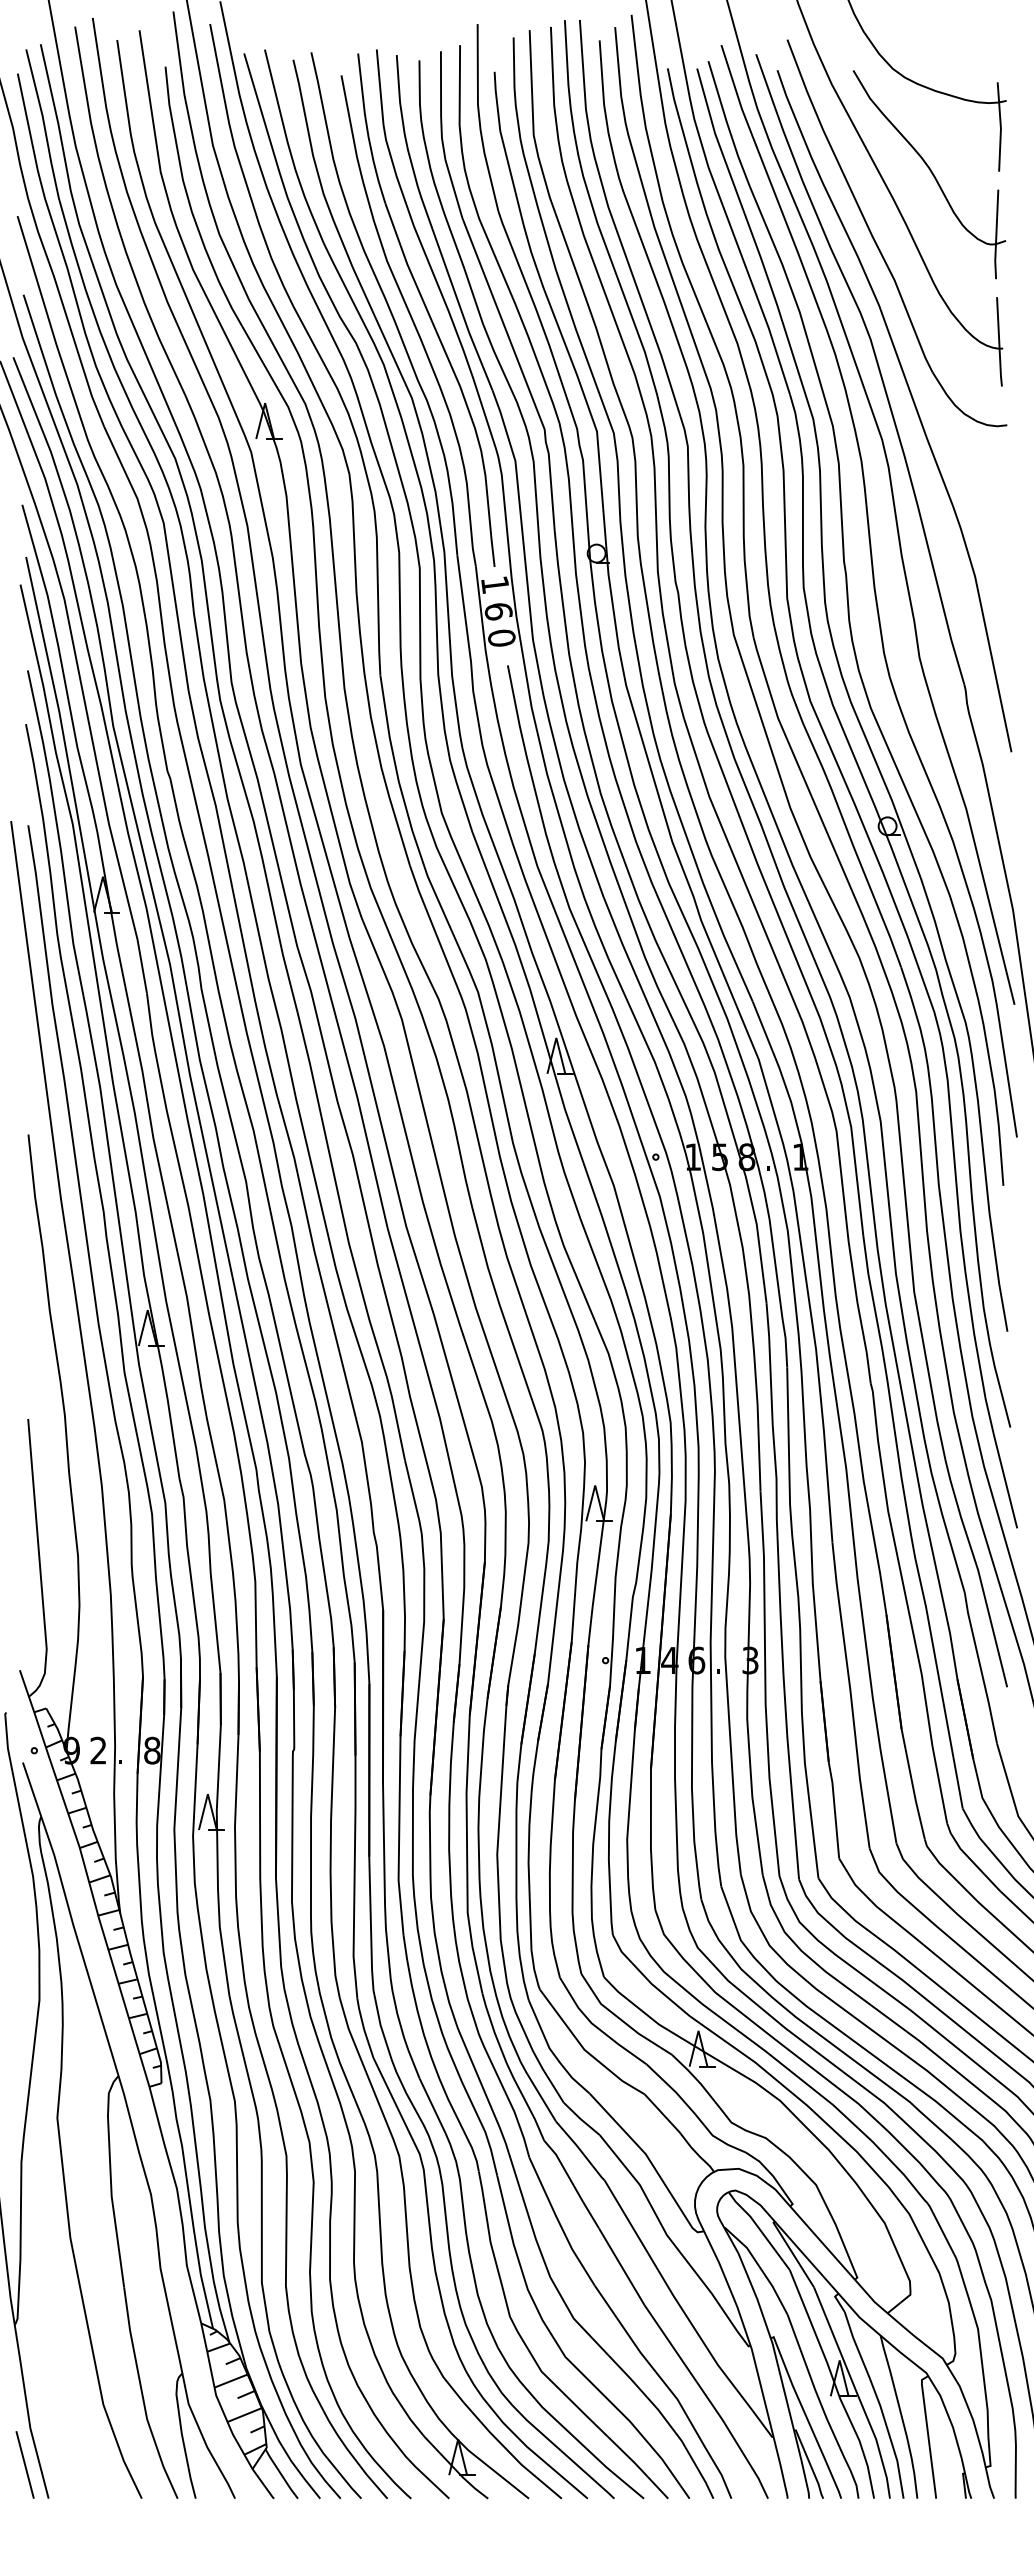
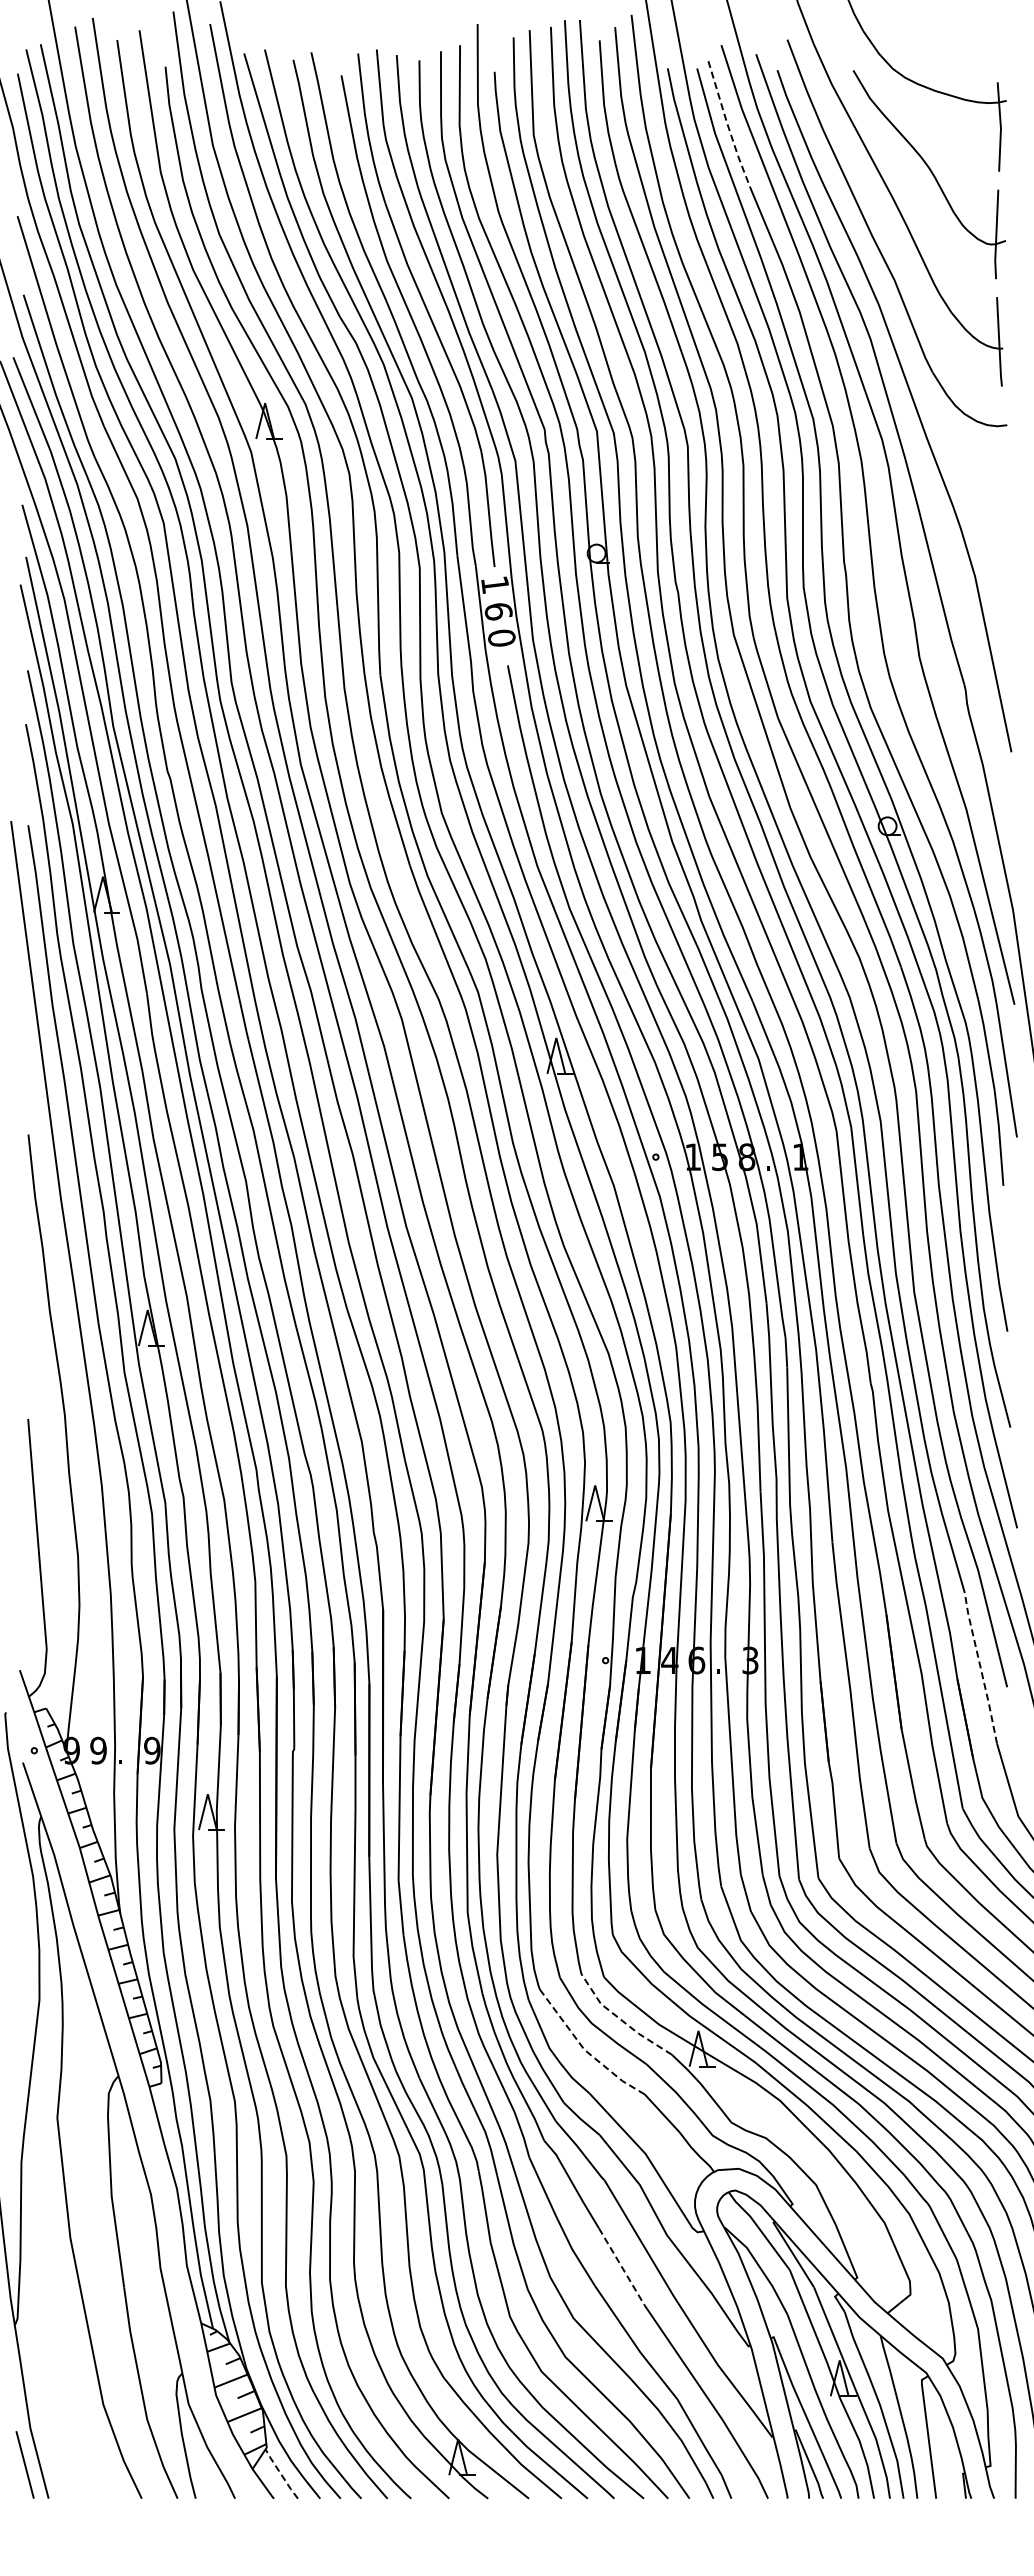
line at (727, 125): solid -> dashed
line at (980, 1668): solid -> dashed
text at (98, 1750): 2 -> 9
text at (152, 1750): 8 -> 9
line at (620, 2019): solid -> dashed
line at (584, 2049): solid -> dashed
line at (621, 2266): solid -> dashed
line at (280, 2474): solid -> dashed
